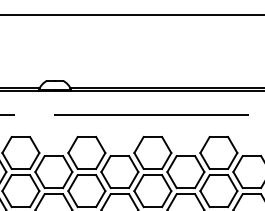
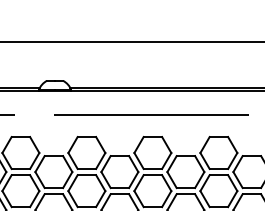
line at (131, 14) position: (131, 14) -> (131, 41)
